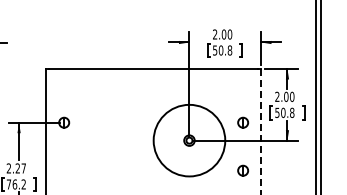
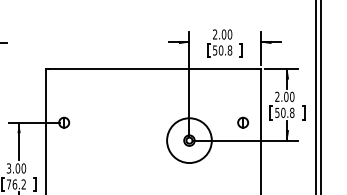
line at (261, 132): dashed -> solid
circle at (189, 140) diameter: 72 px -> 45 px
text at (16, 168): 2.27 -> 3.00
part at (243, 170): present -> none
